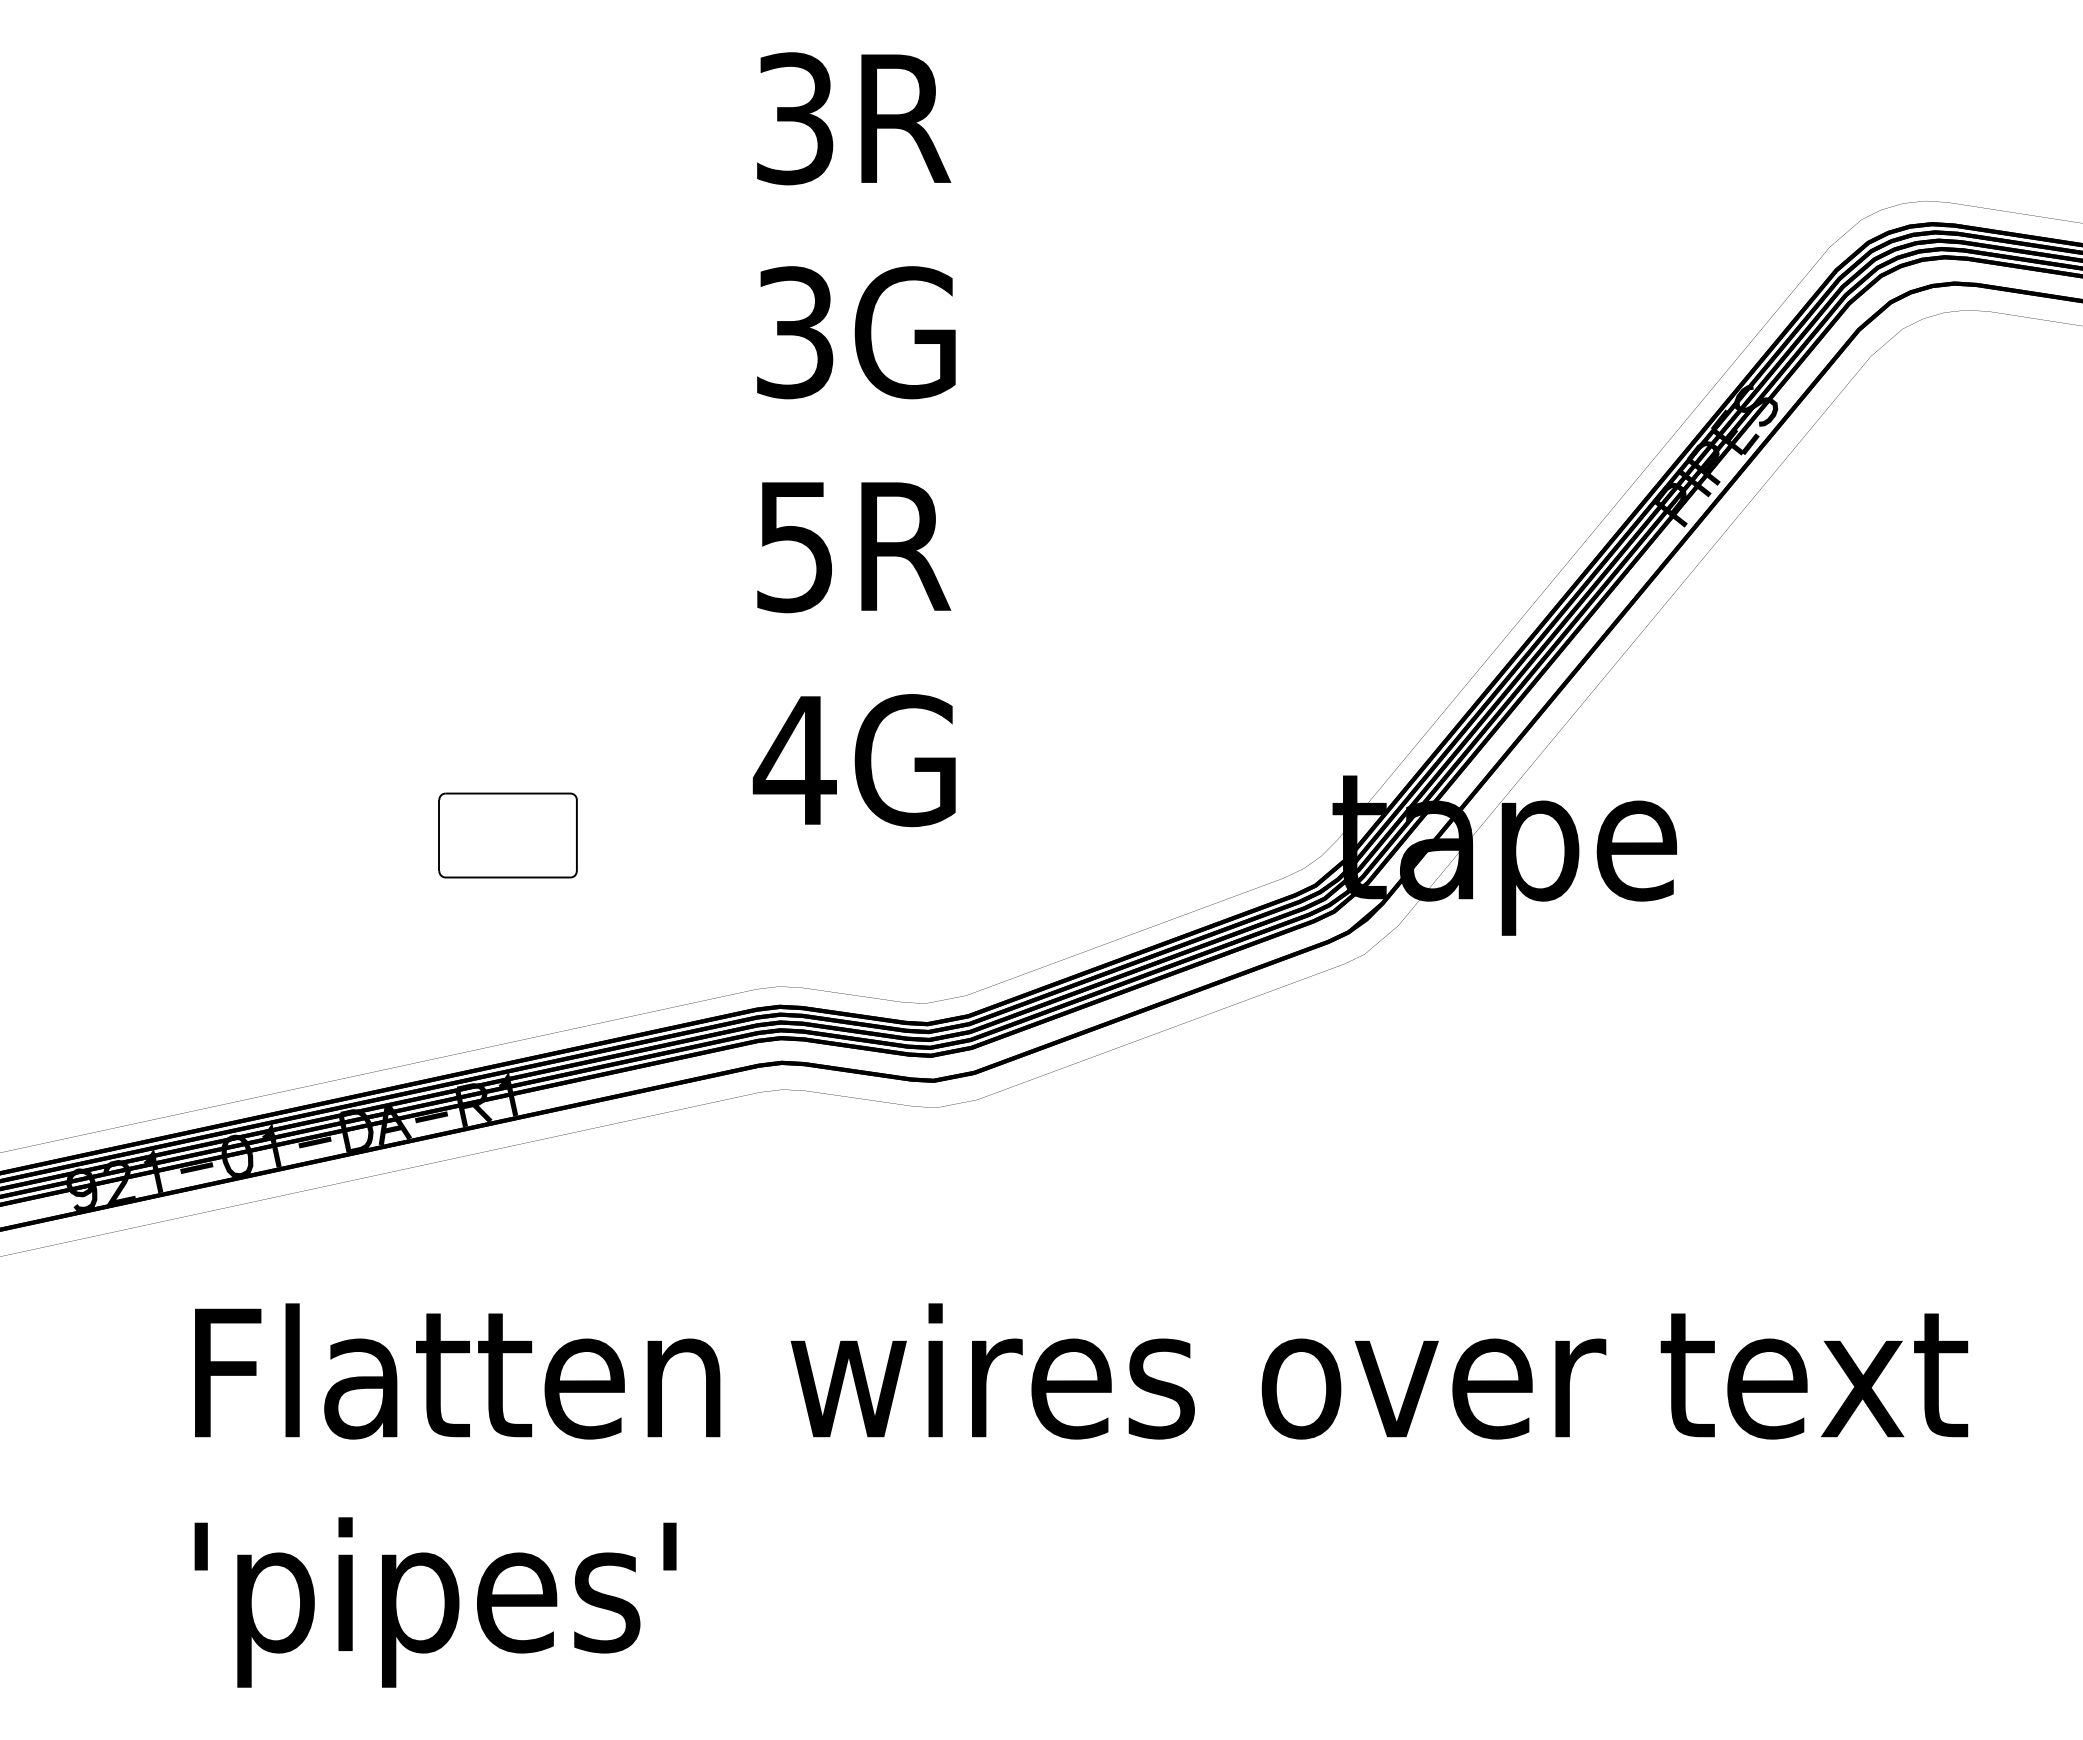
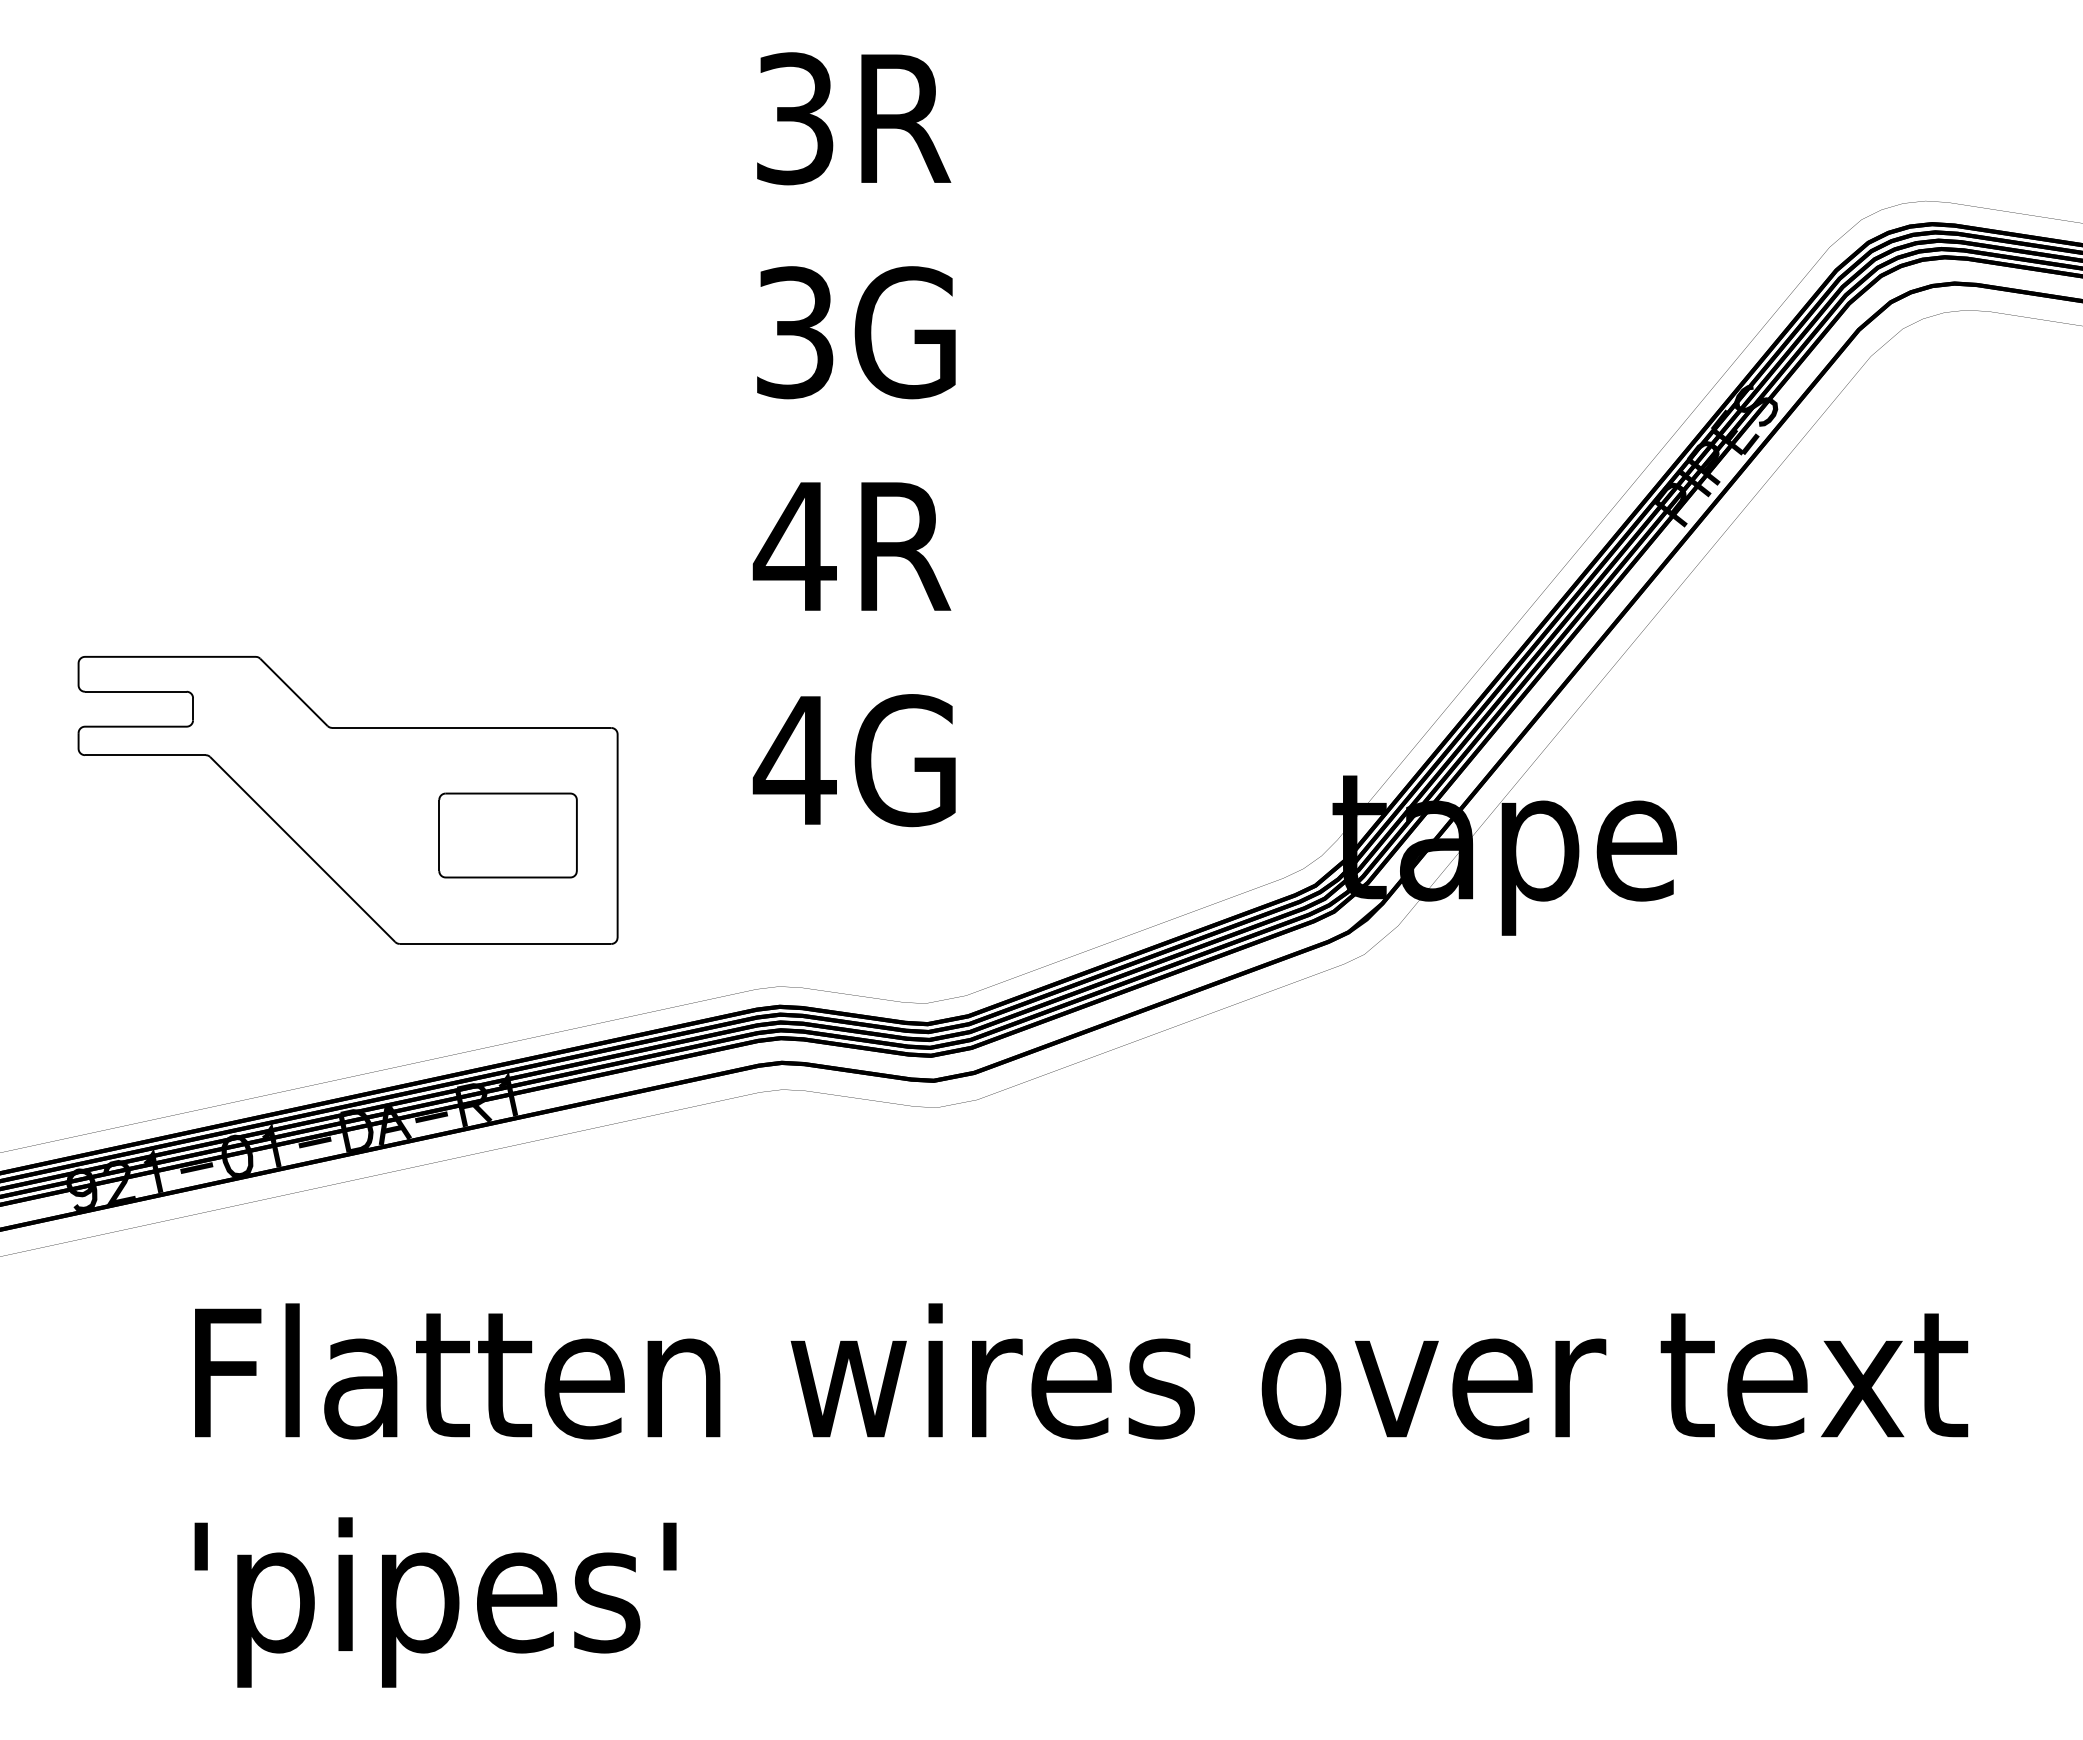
text at (794, 547): 5R -> 4R
part at (347, 800): none -> present
